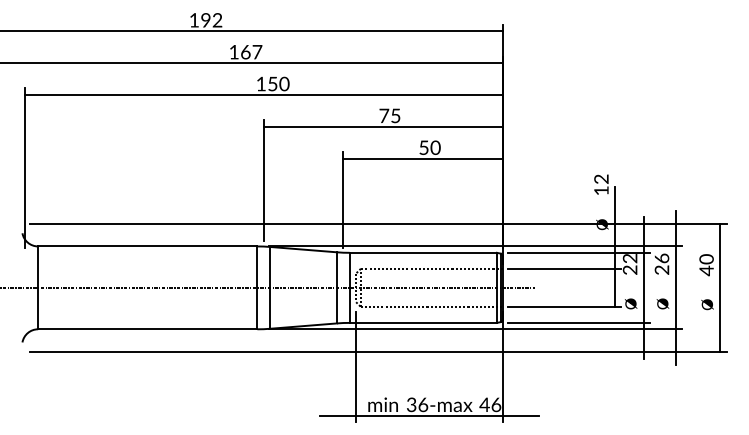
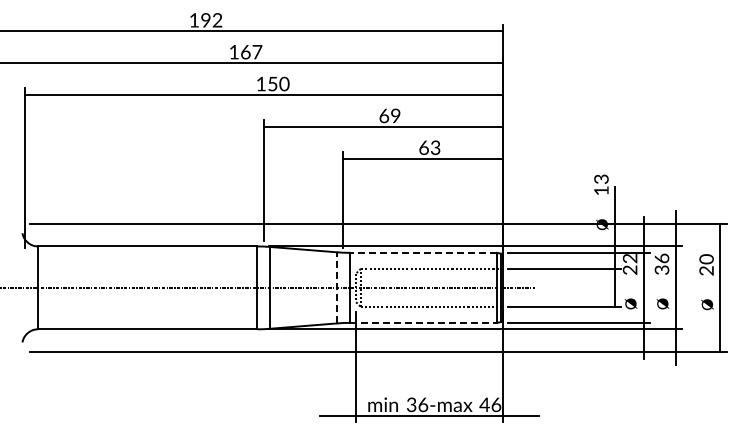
text at (389, 115): 75 -> 69
text at (429, 147): 50 -> 63
text at (603, 178): 12 -> 13
line at (423, 252): solid -> dashed
text at (664, 269): 26 -> 36
text at (706, 270): 40 -> 20
line at (337, 287): solid -> dashed
line at (423, 322): solid -> dashed
